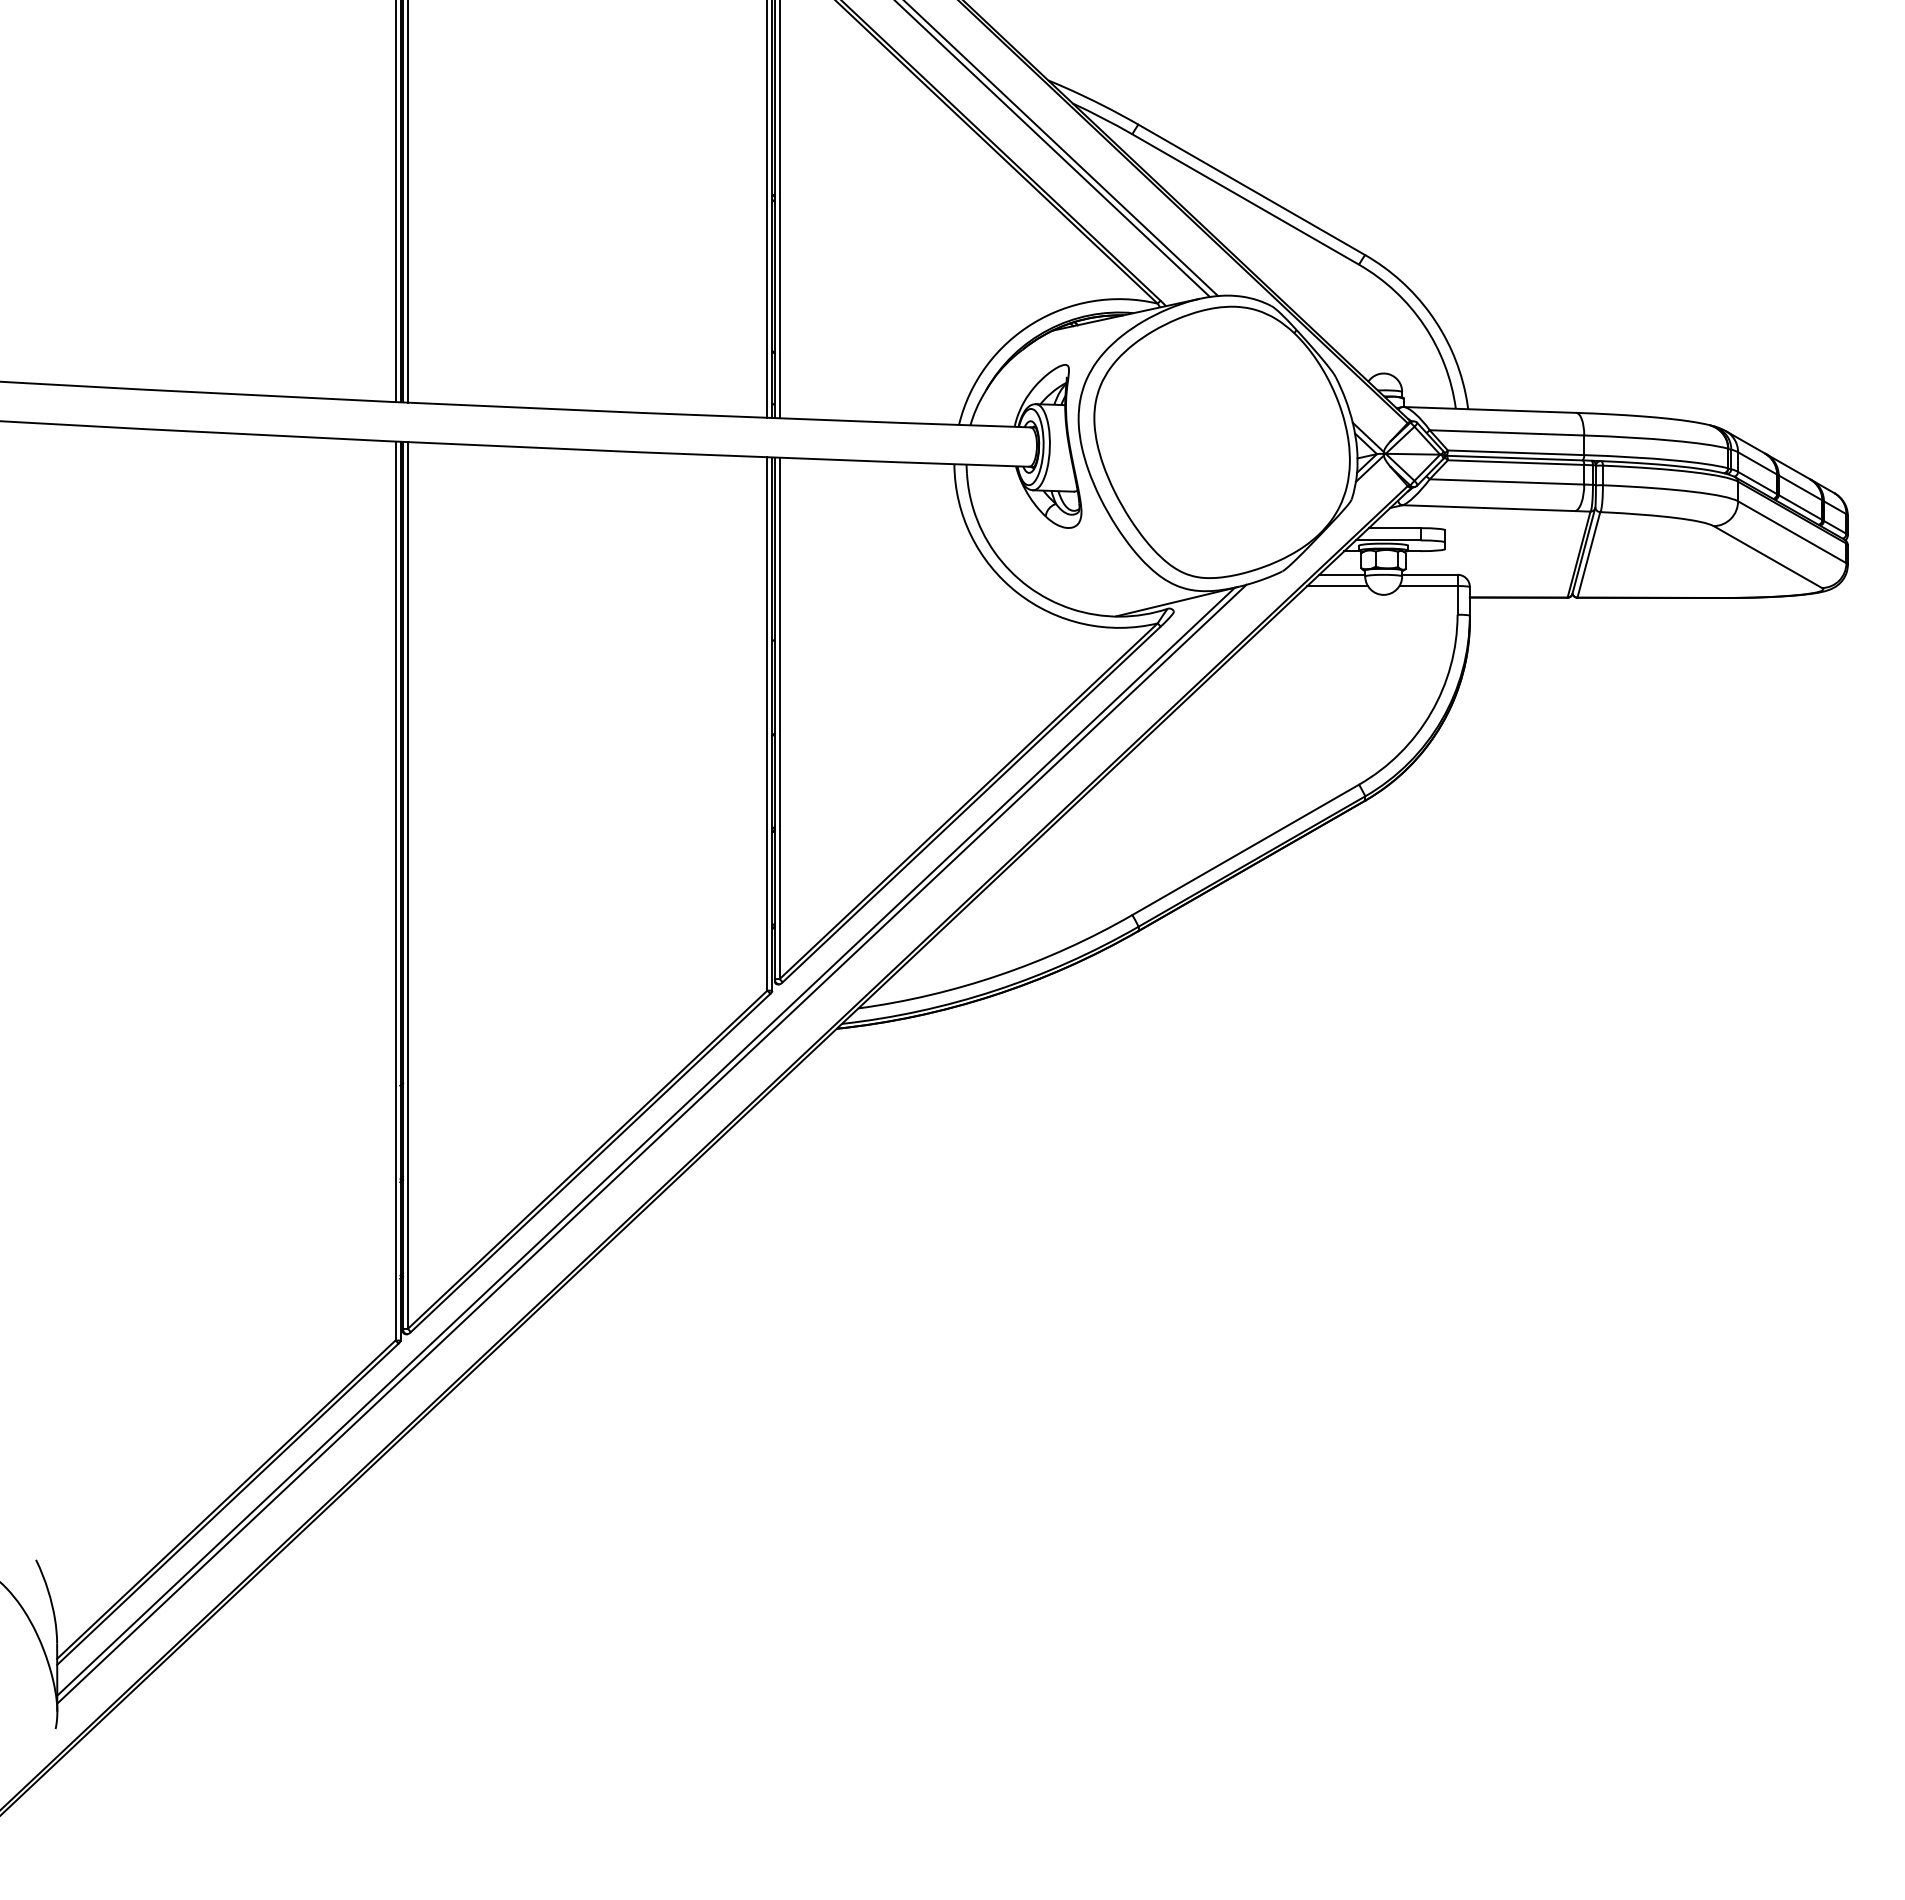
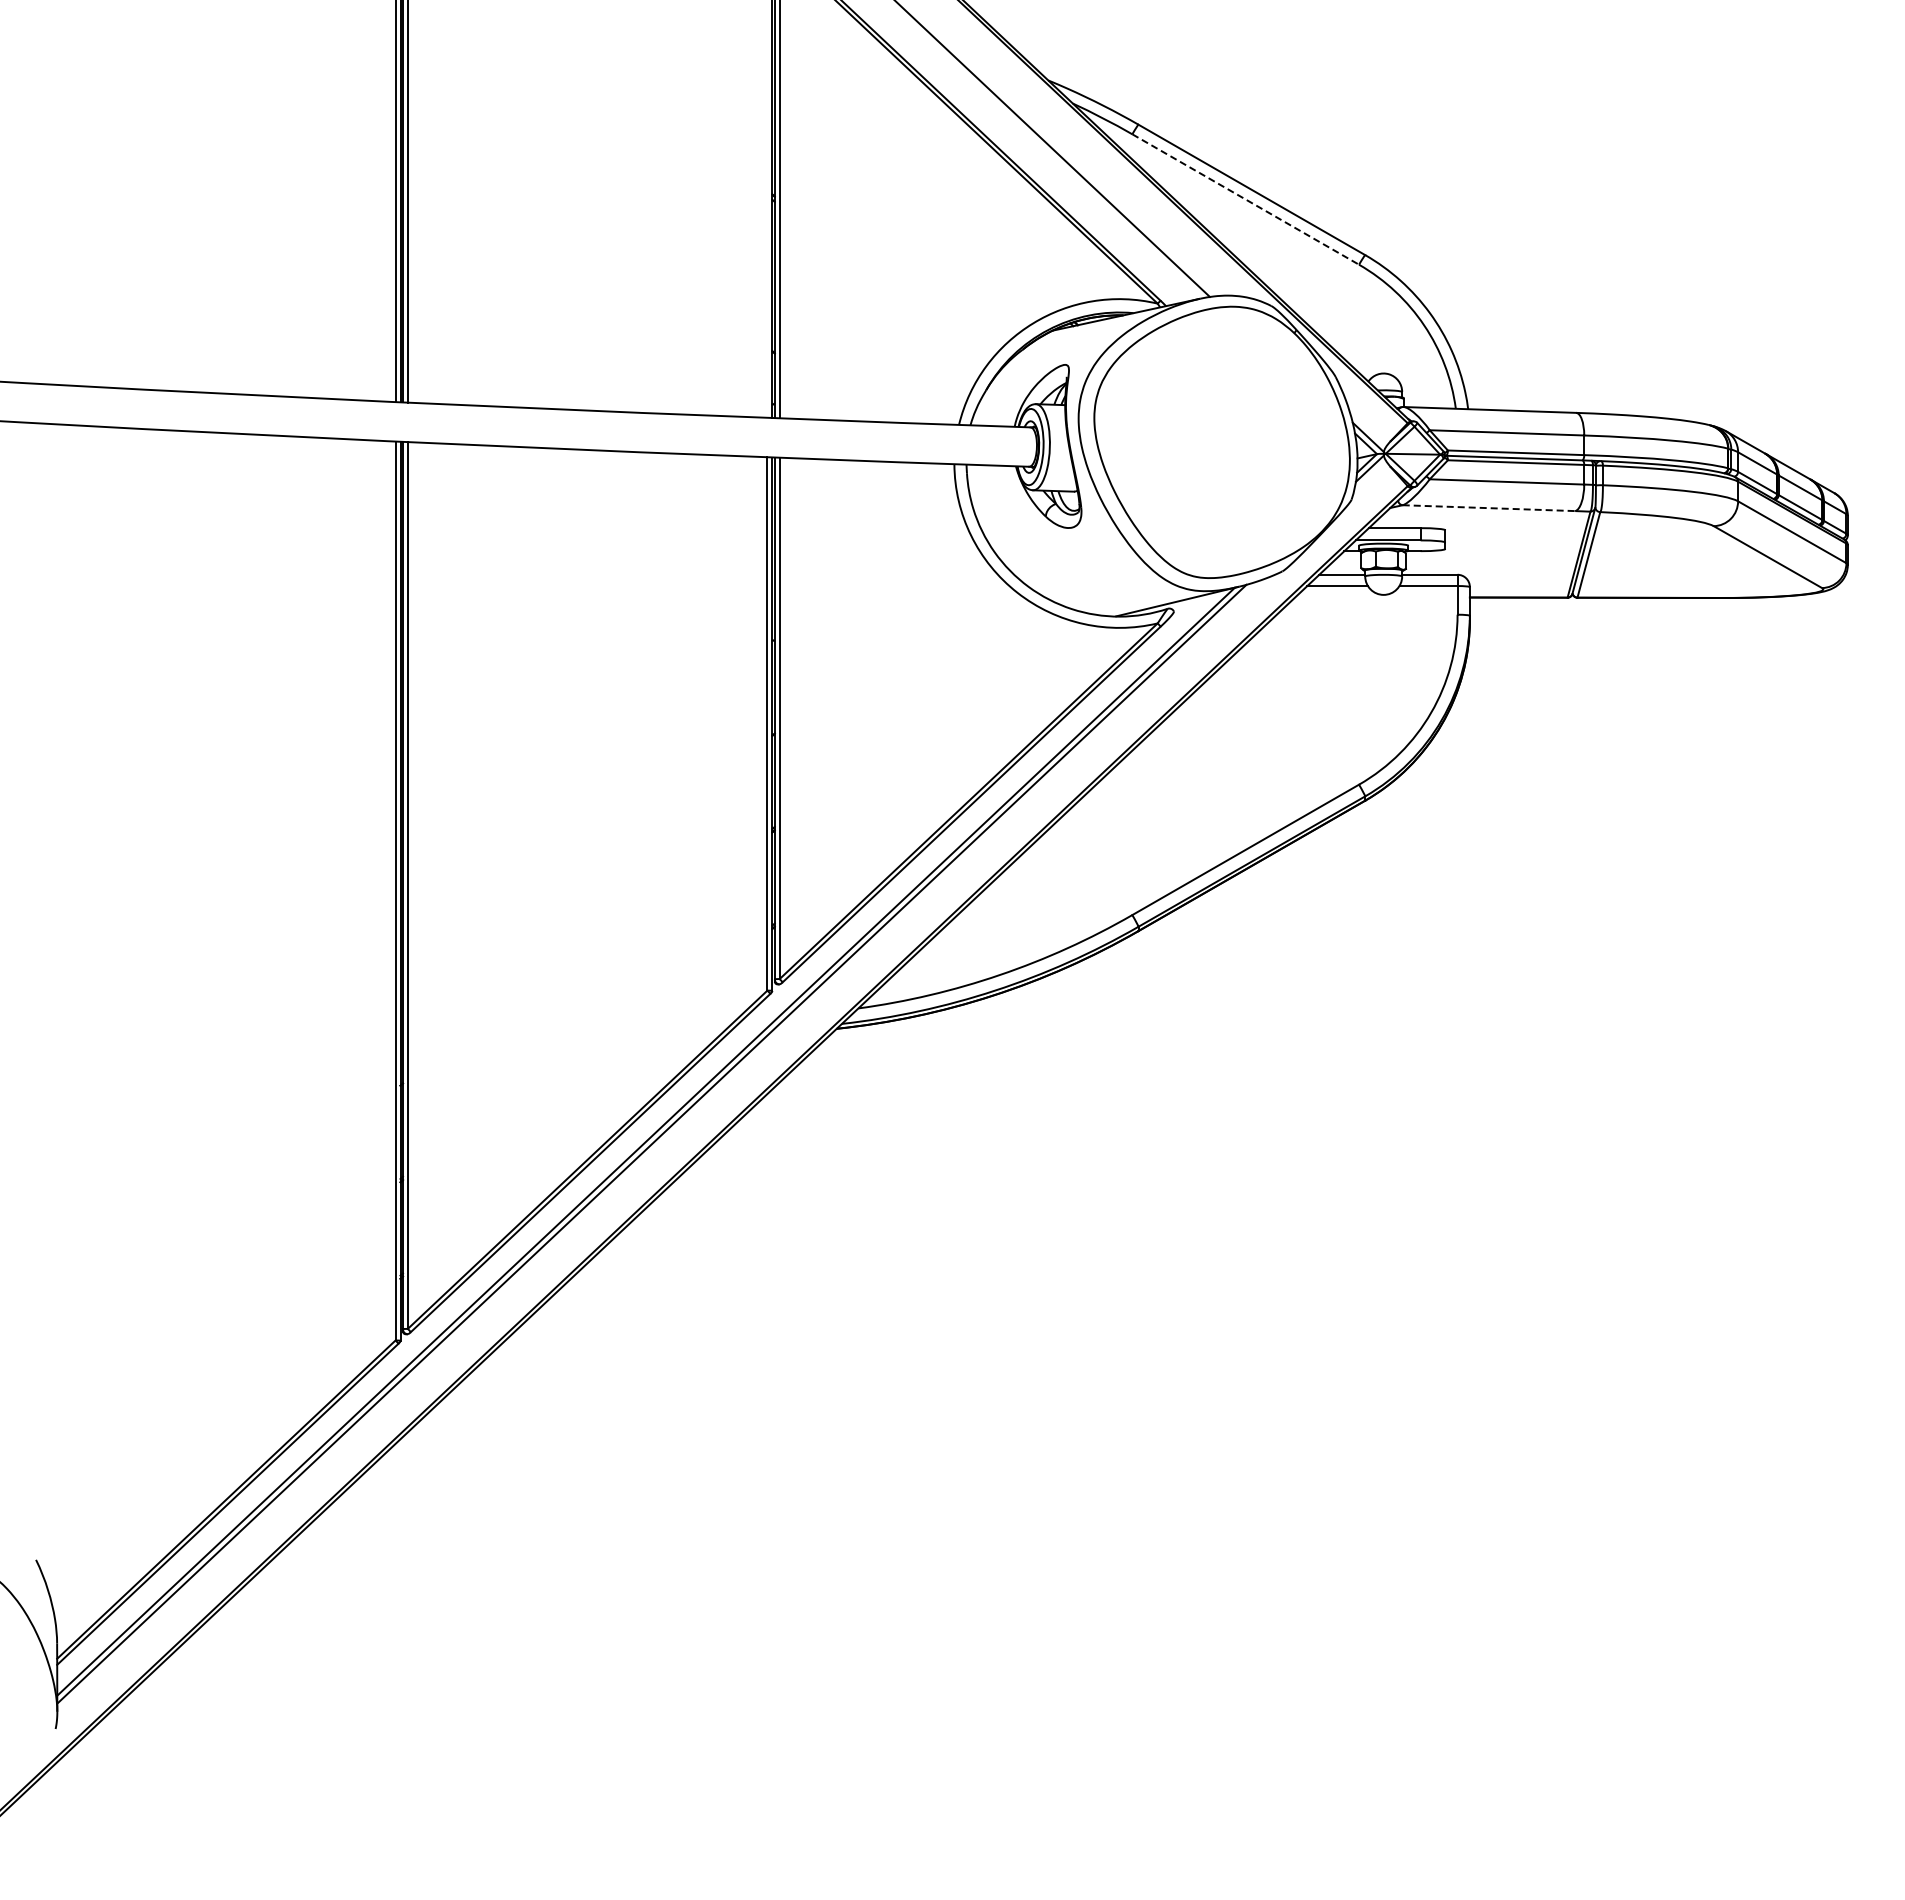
line at (1062, 149): present -> none
line at (1245, 199): solid -> dashed
line at (767, 209): present -> none
line at (1489, 508): solid -> dashed
